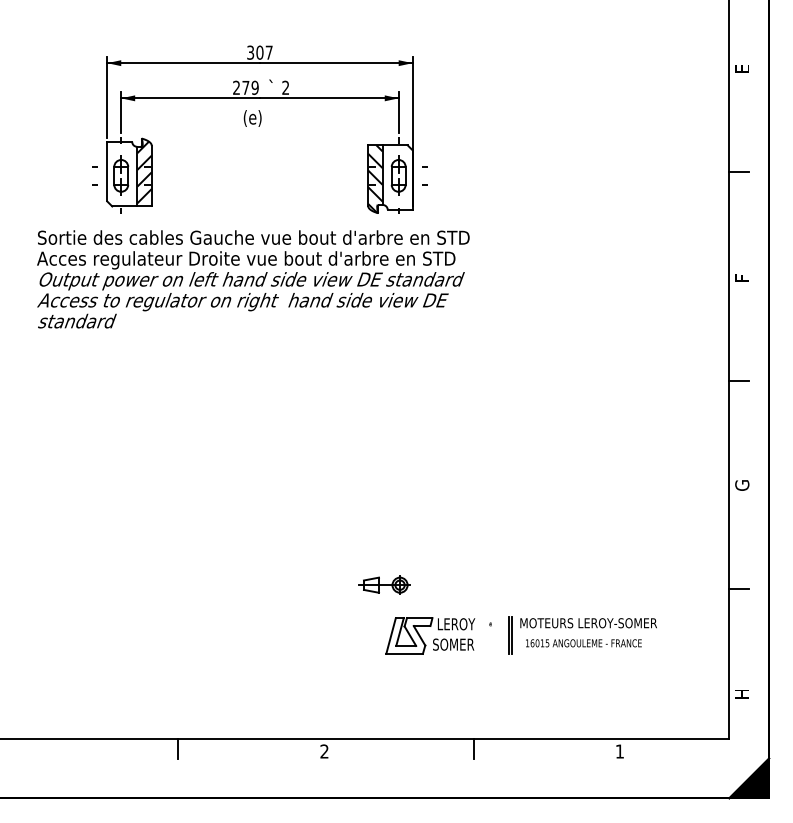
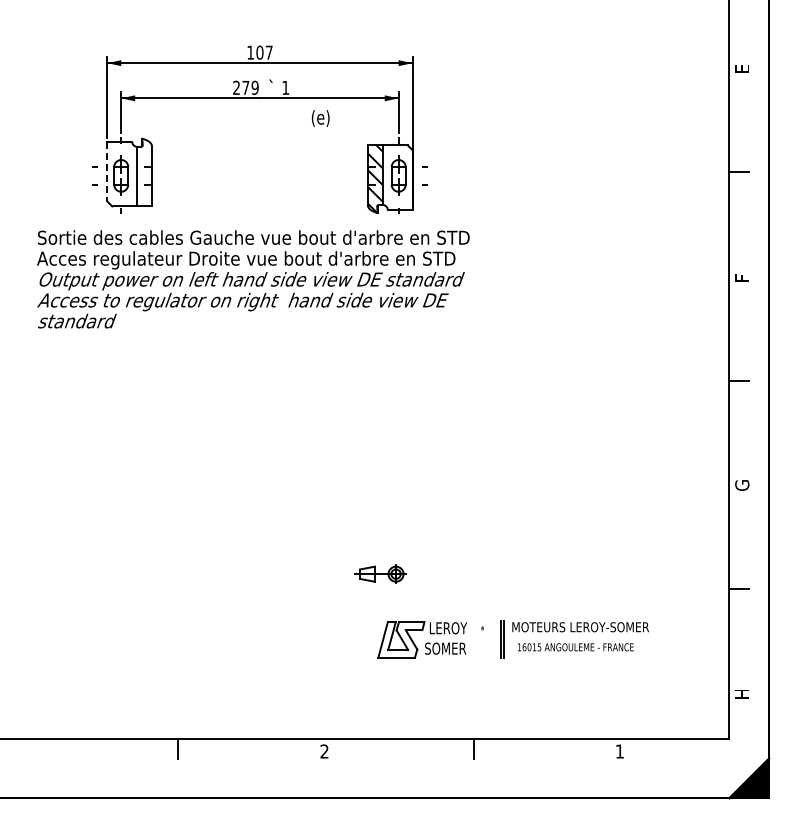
text at (250, 52): 307 -> 107
text at (285, 87): 2 -> 1
text at (252, 118) position: (252, 118) -> (320, 118)
line at (107, 171): solid -> dashed
hatch at (144, 173): present -> none
part at (384, 584) position: (384, 584) -> (380, 573)
part at (520, 628) position: (520, 628) -> (512, 632)
